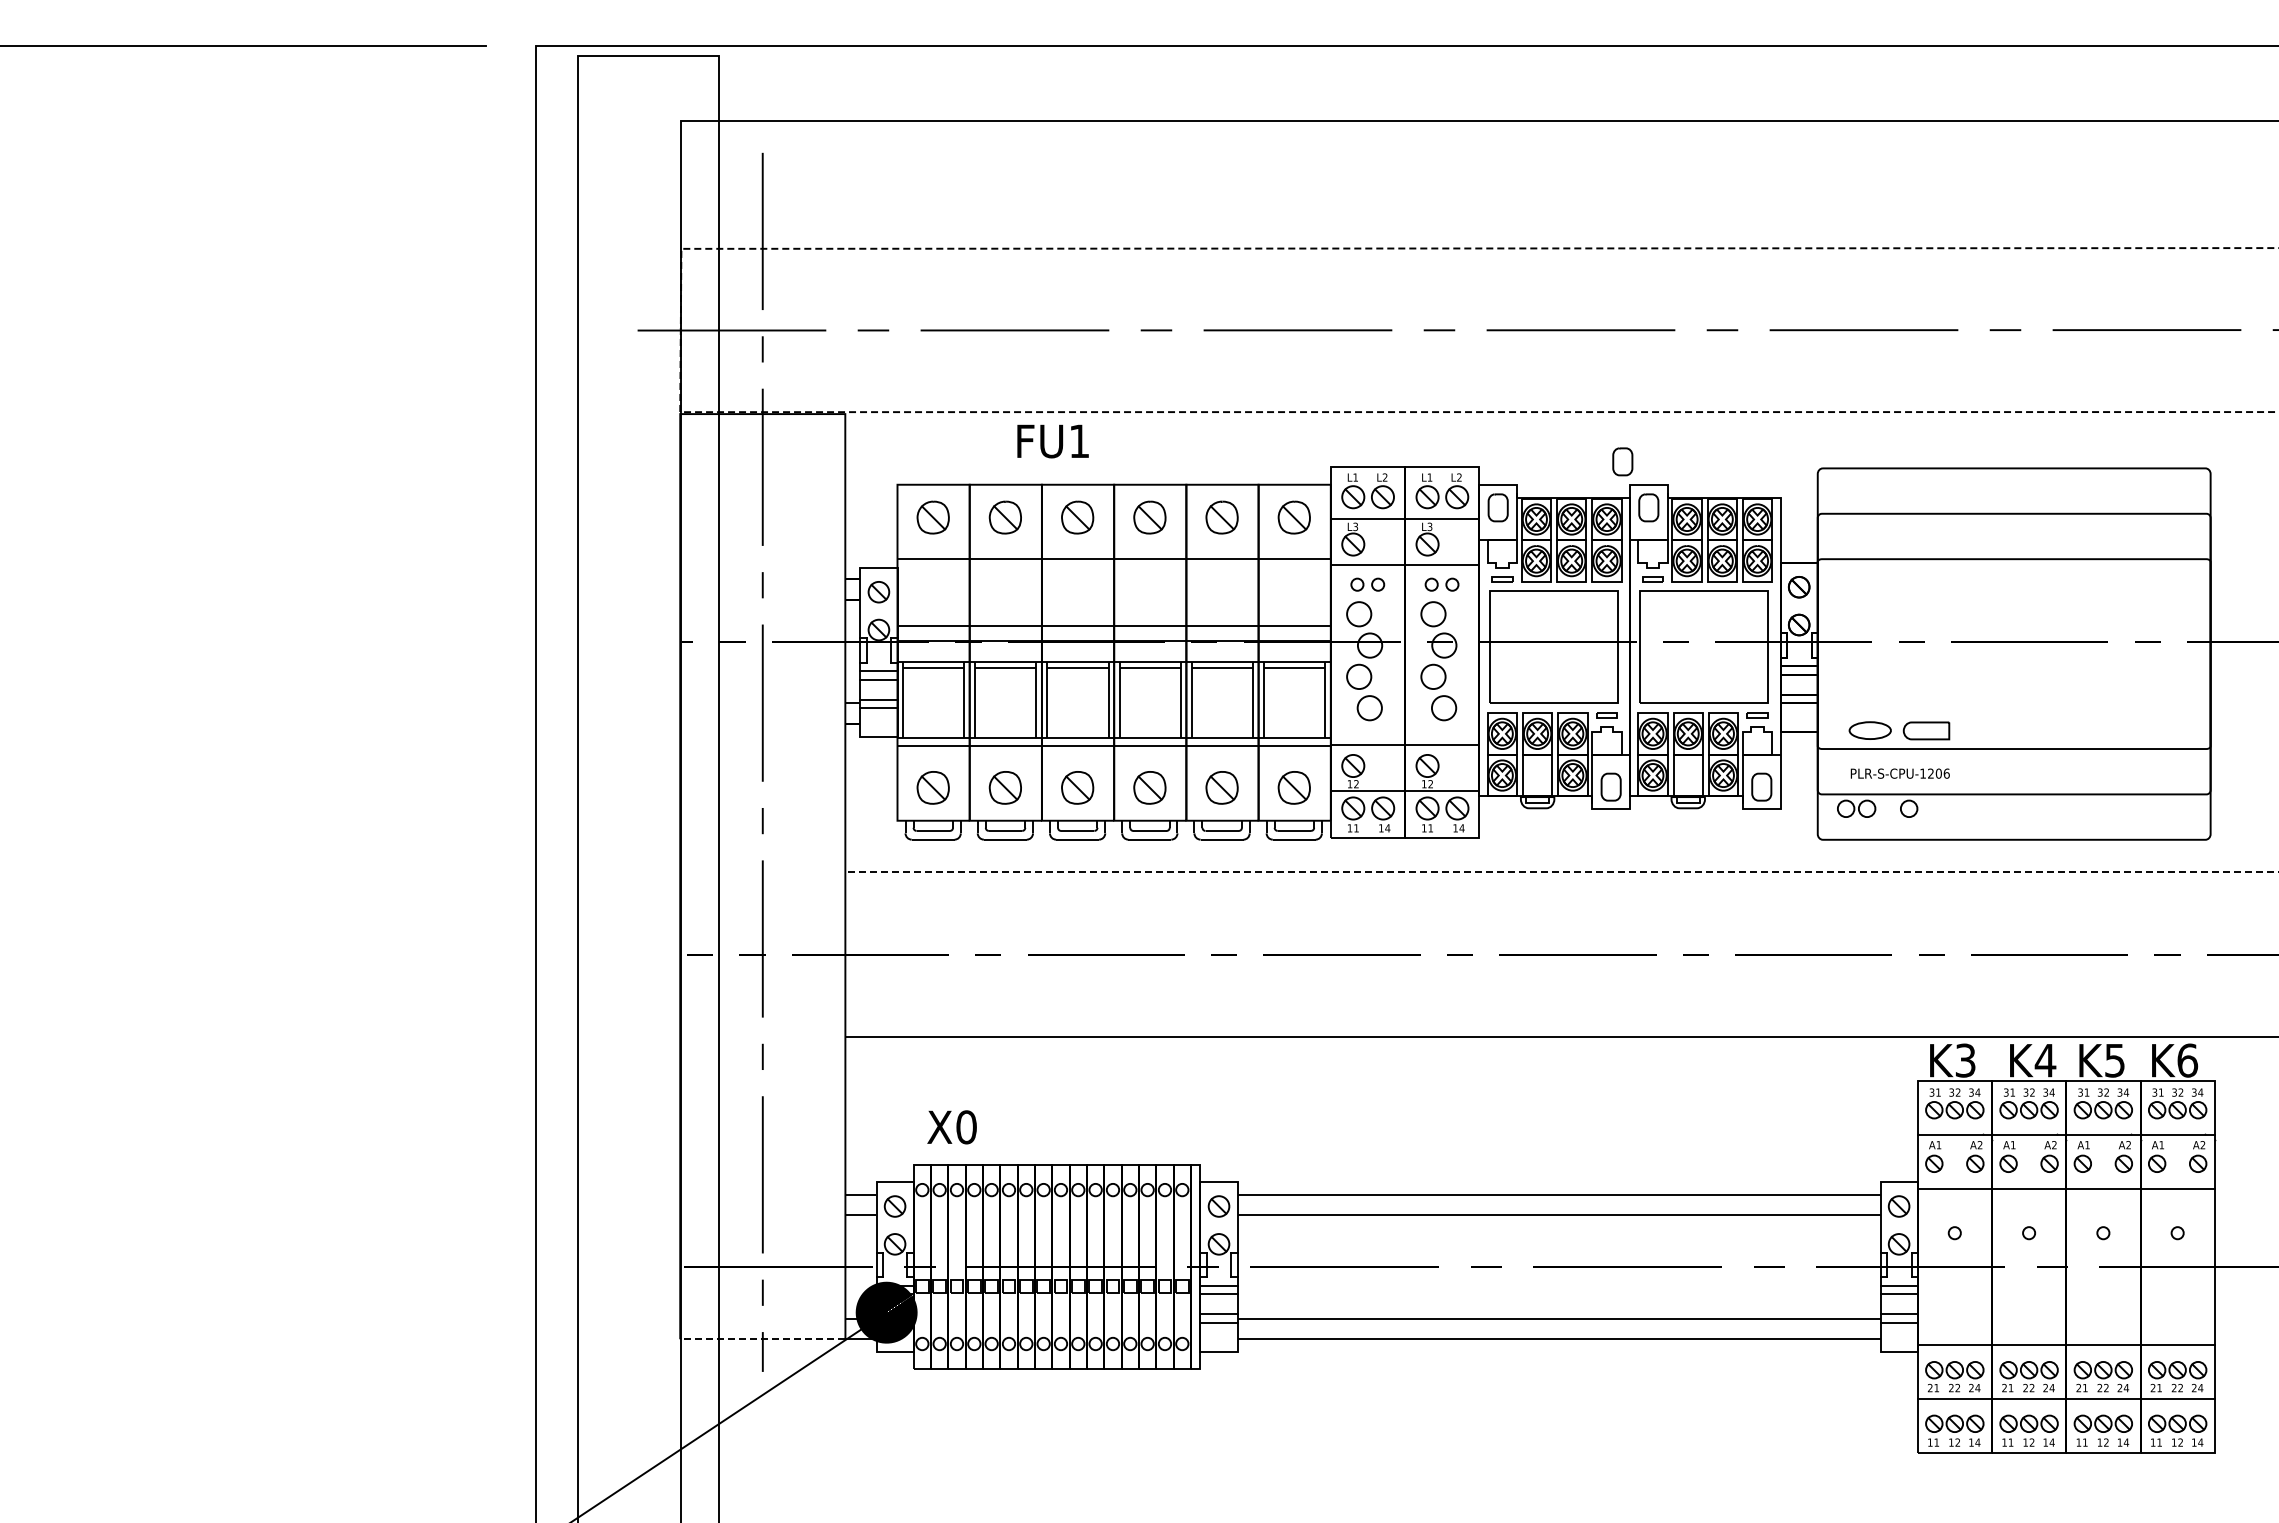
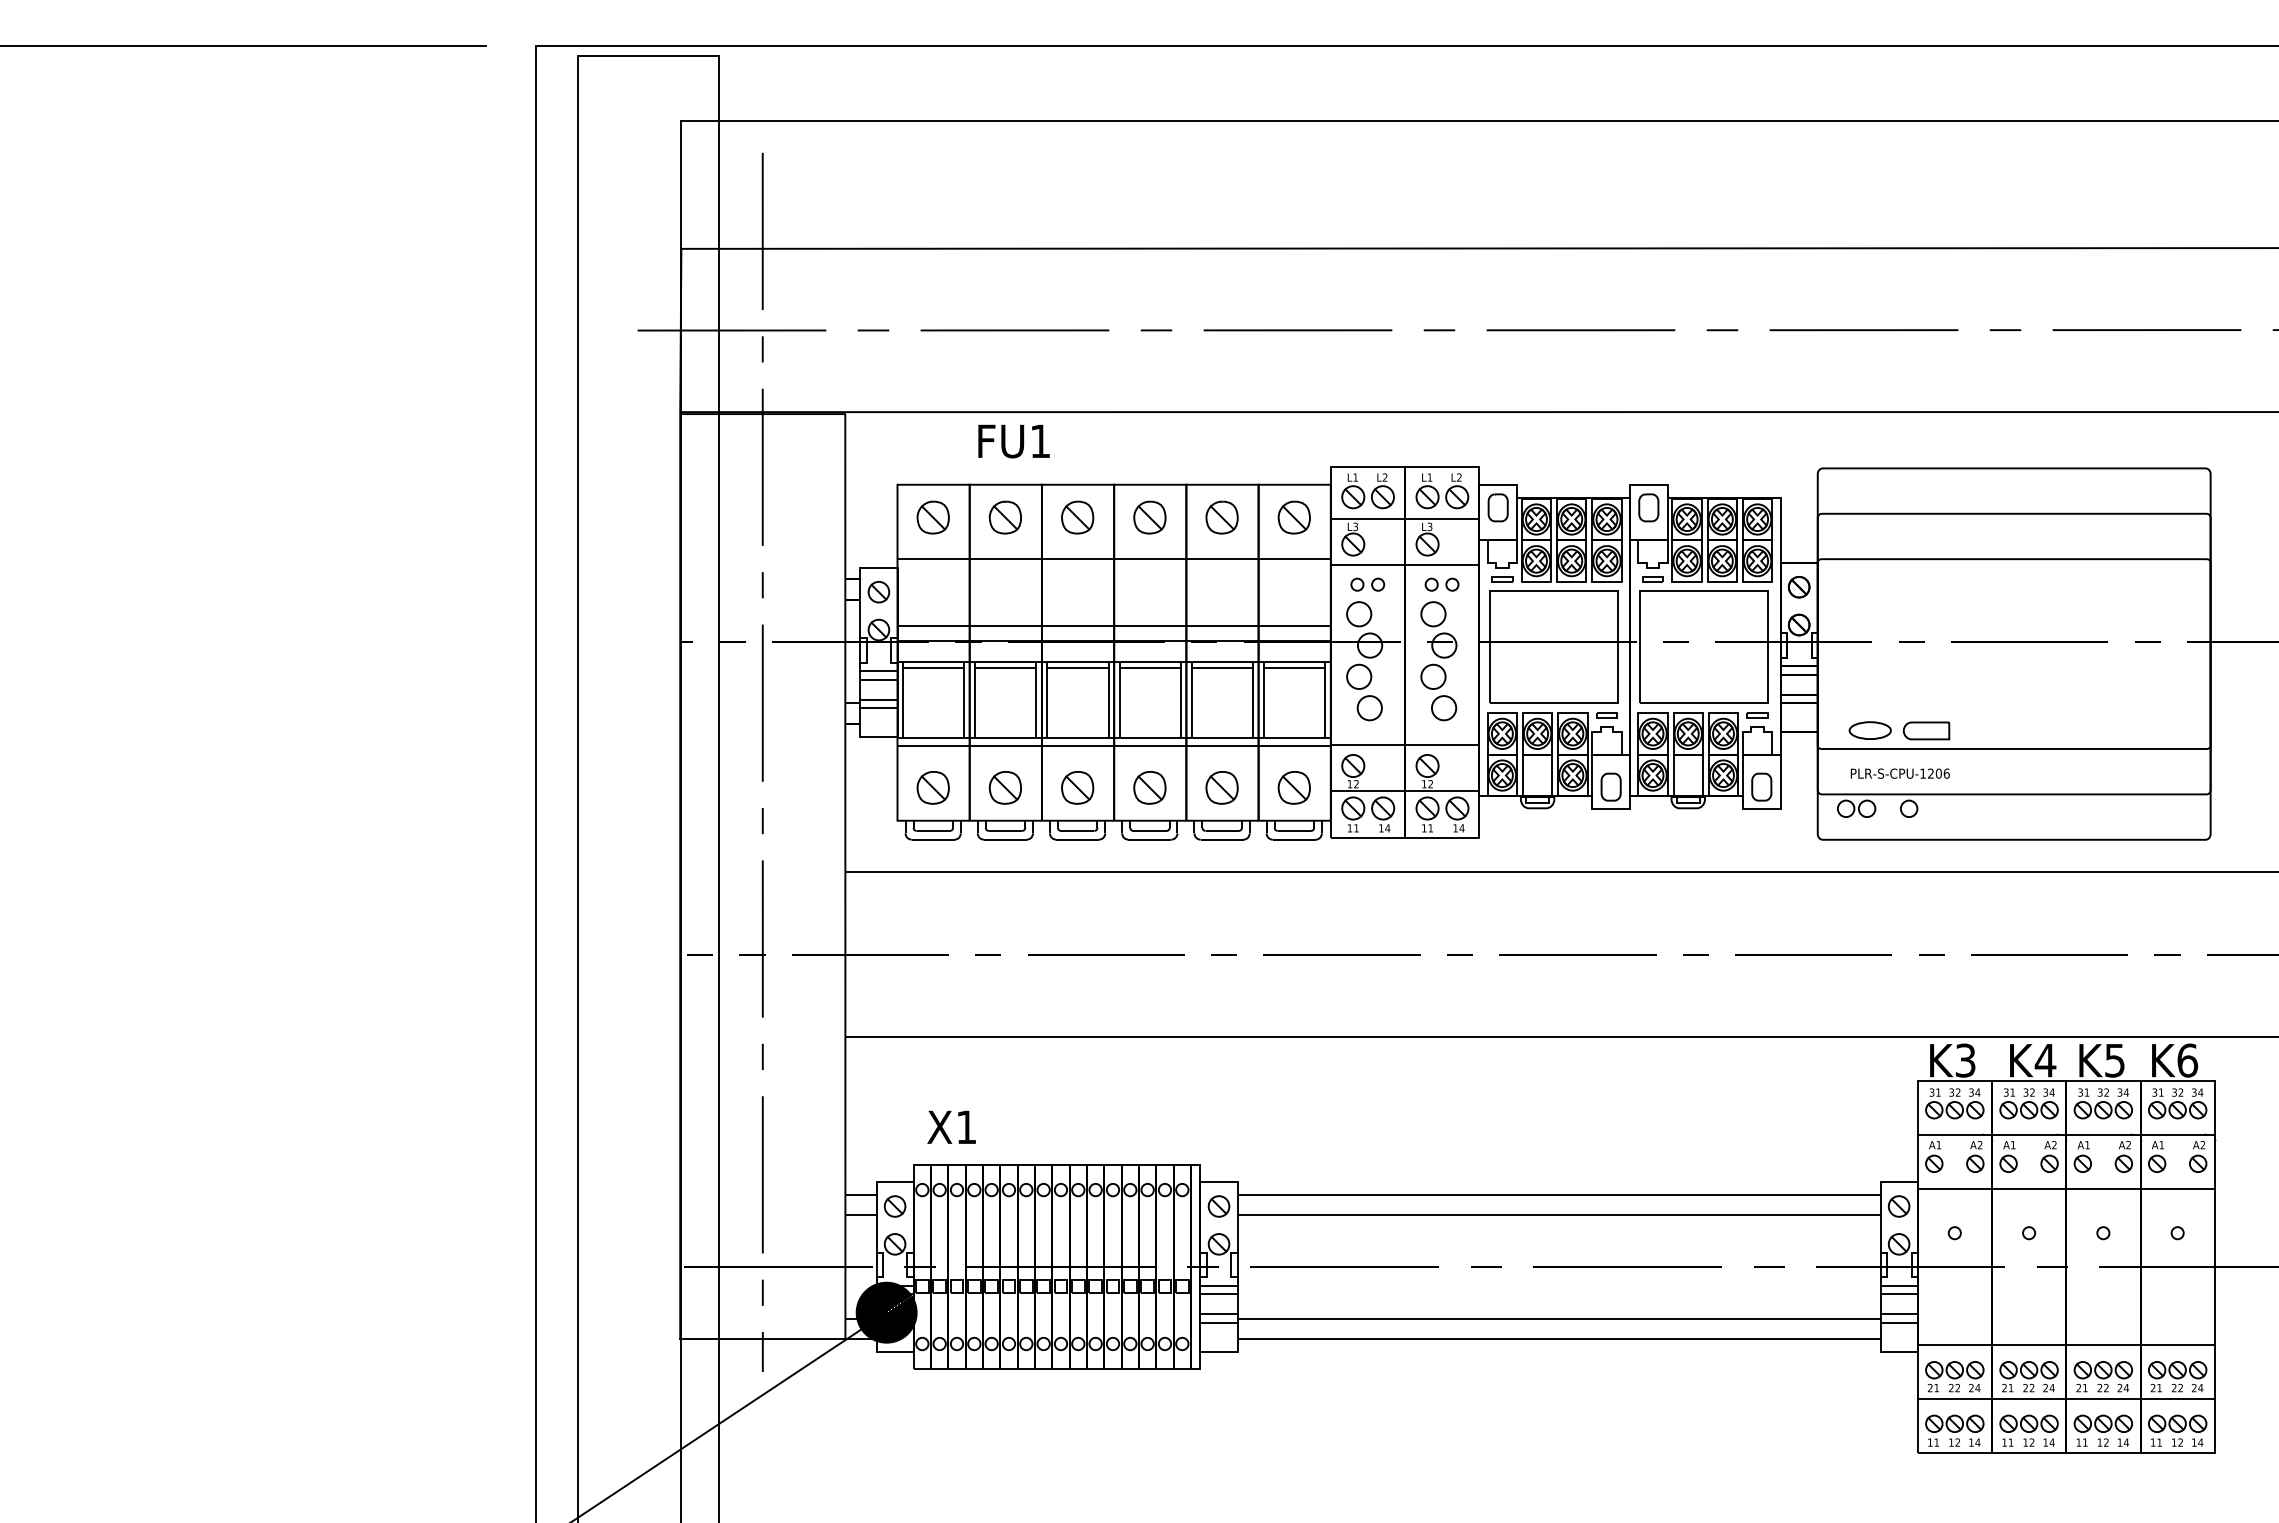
line at (680, 331): dashed -> solid
text at (1052, 441) position: (1052, 441) -> (1013, 441)
part at (1622, 461): present -> none
line at (1562, 872): dashed -> solid
text at (966, 1127): X0 -> X1
line at (762, 1339): dashed -> solid
